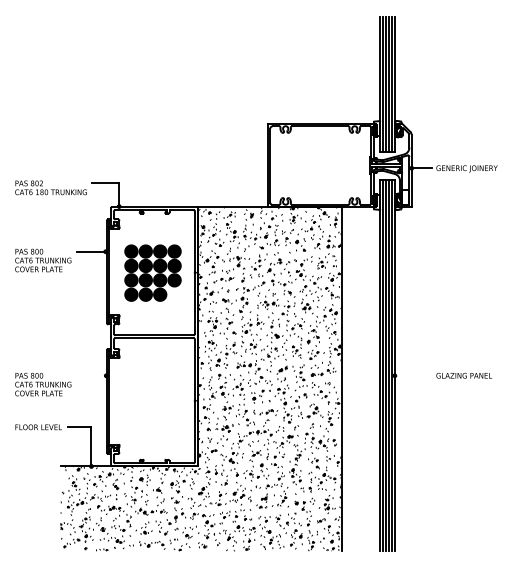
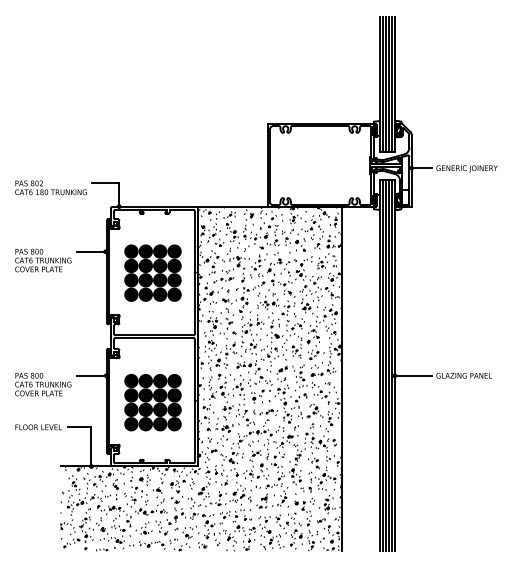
fill at (174, 294): none -> present
line at (91, 375): none -> present
line at (413, 375): none -> present
part at (152, 402): none -> present
